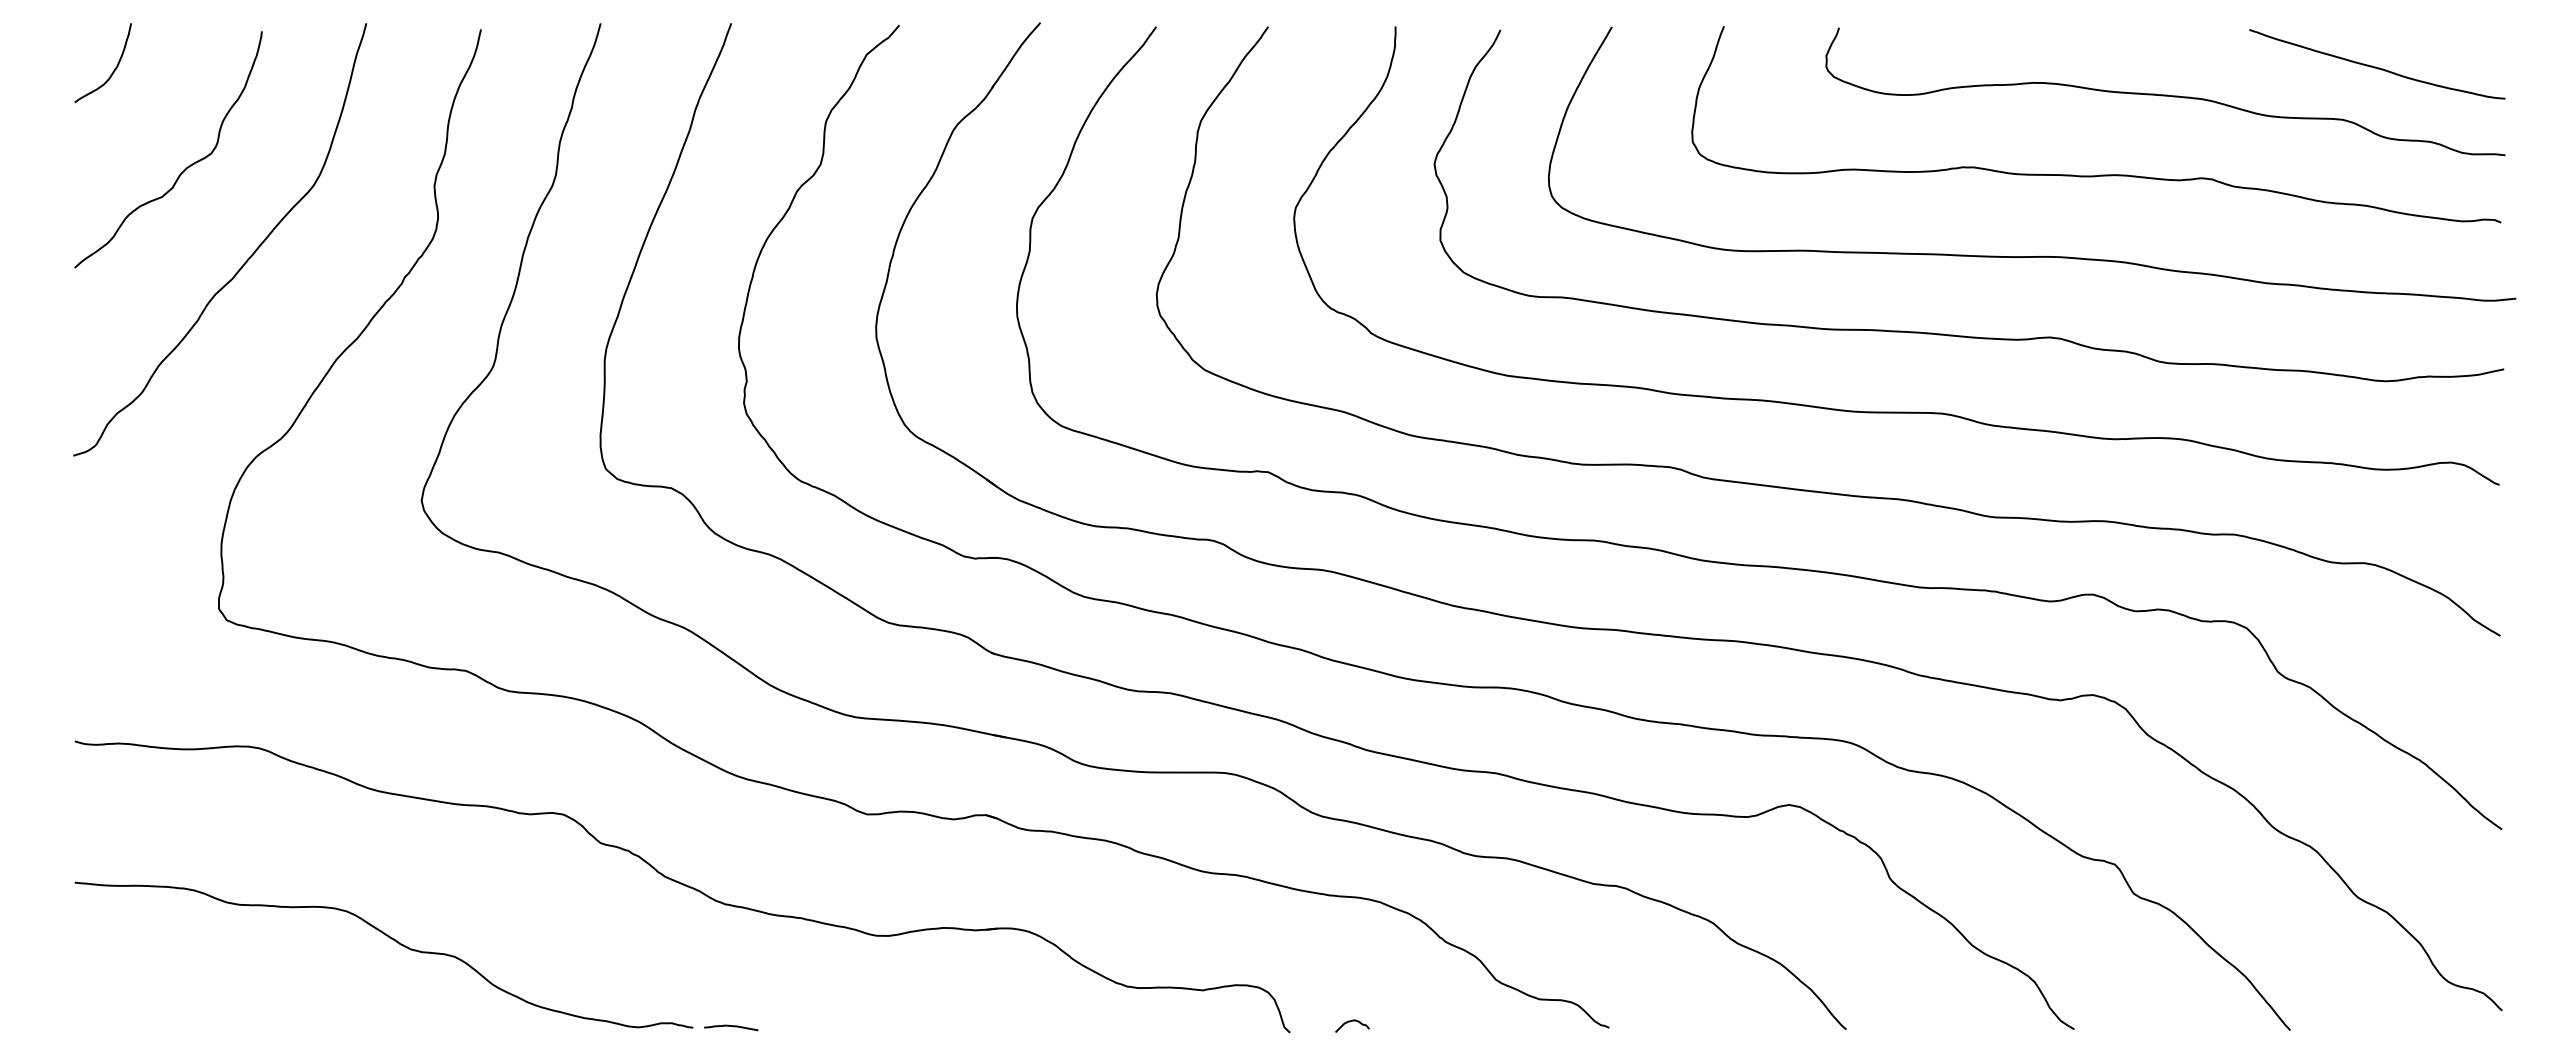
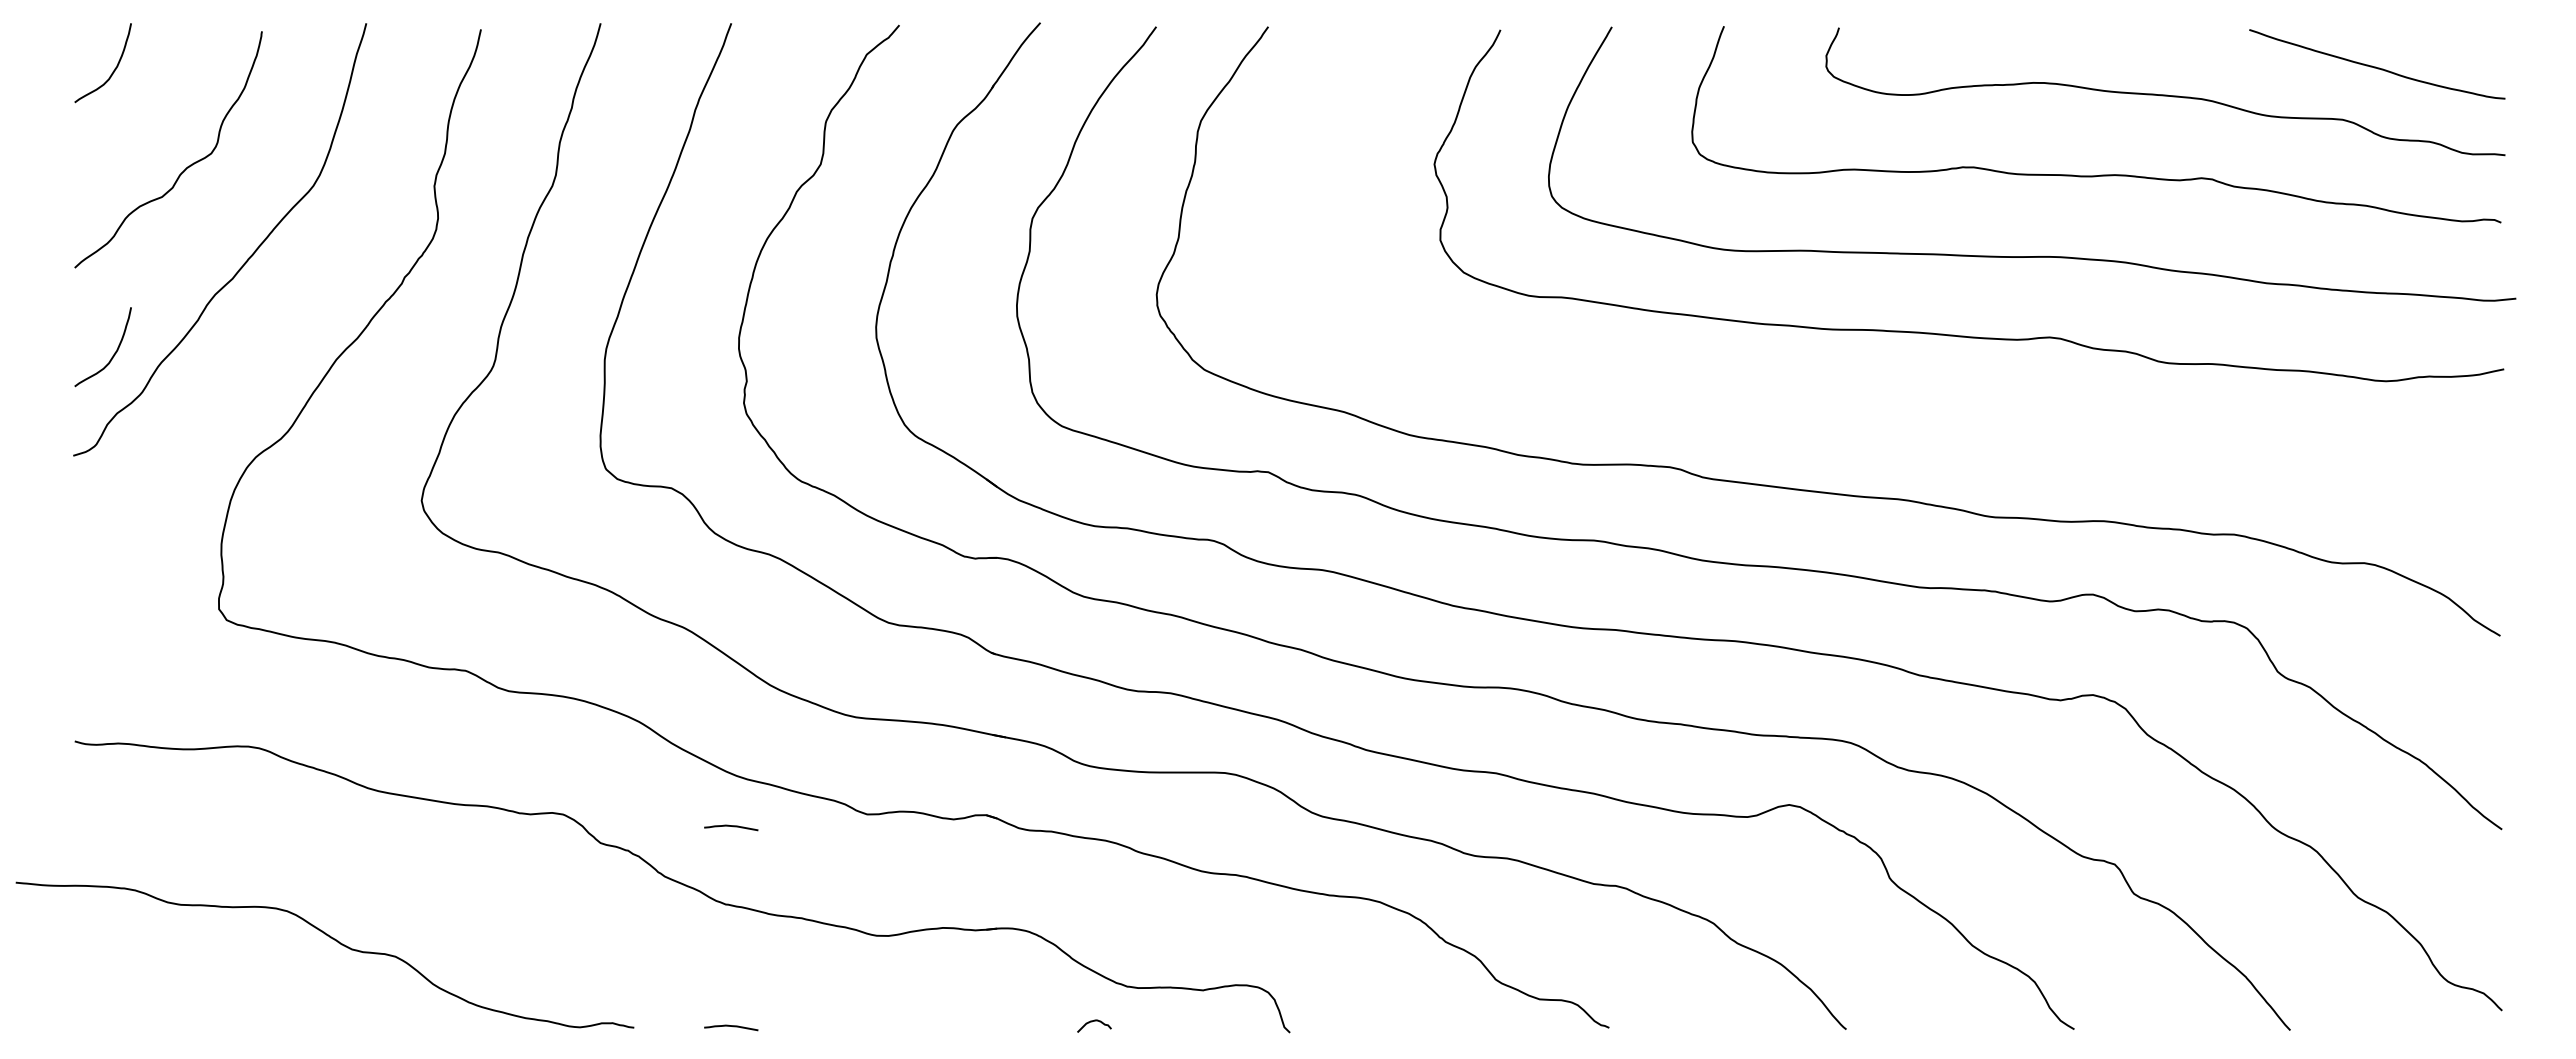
curve at (112, 355): none -> present
curve at (1896, 411): present -> none
curve at (731, 826): none -> present
curve at (391, 939) position: (391, 939) -> (332, 939)
curve at (1350, 1022) position: (1350, 1022) -> (1092, 1022)
